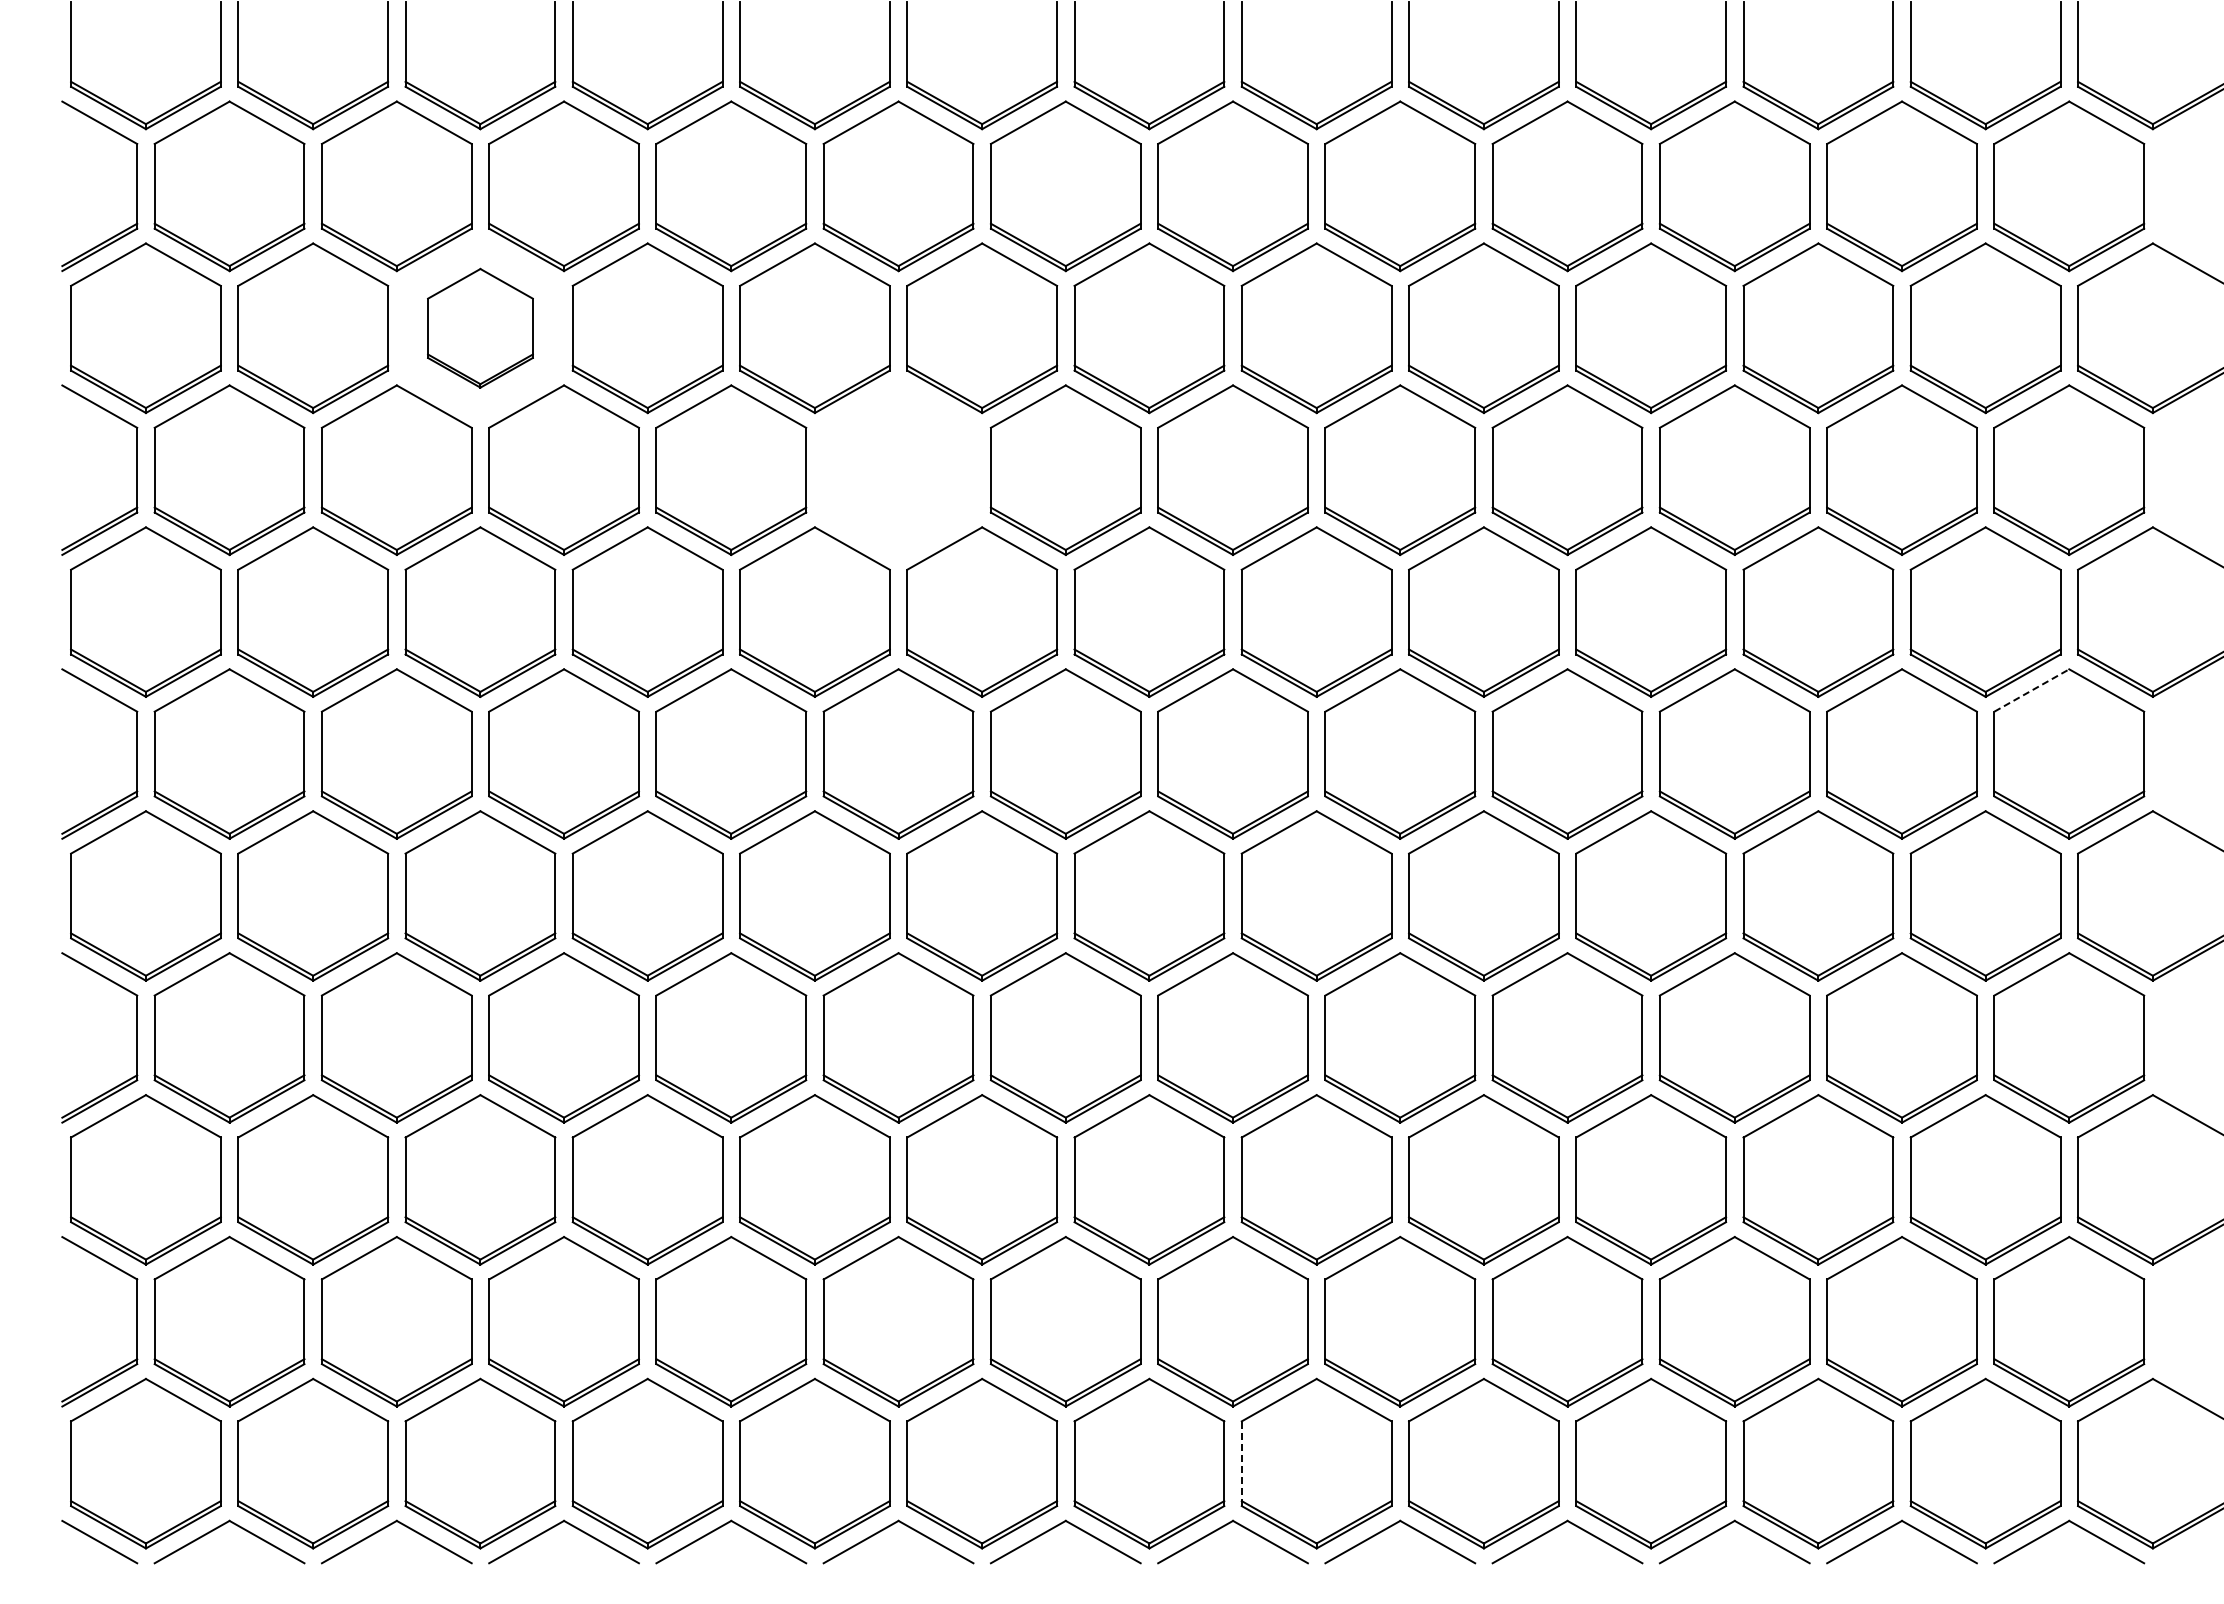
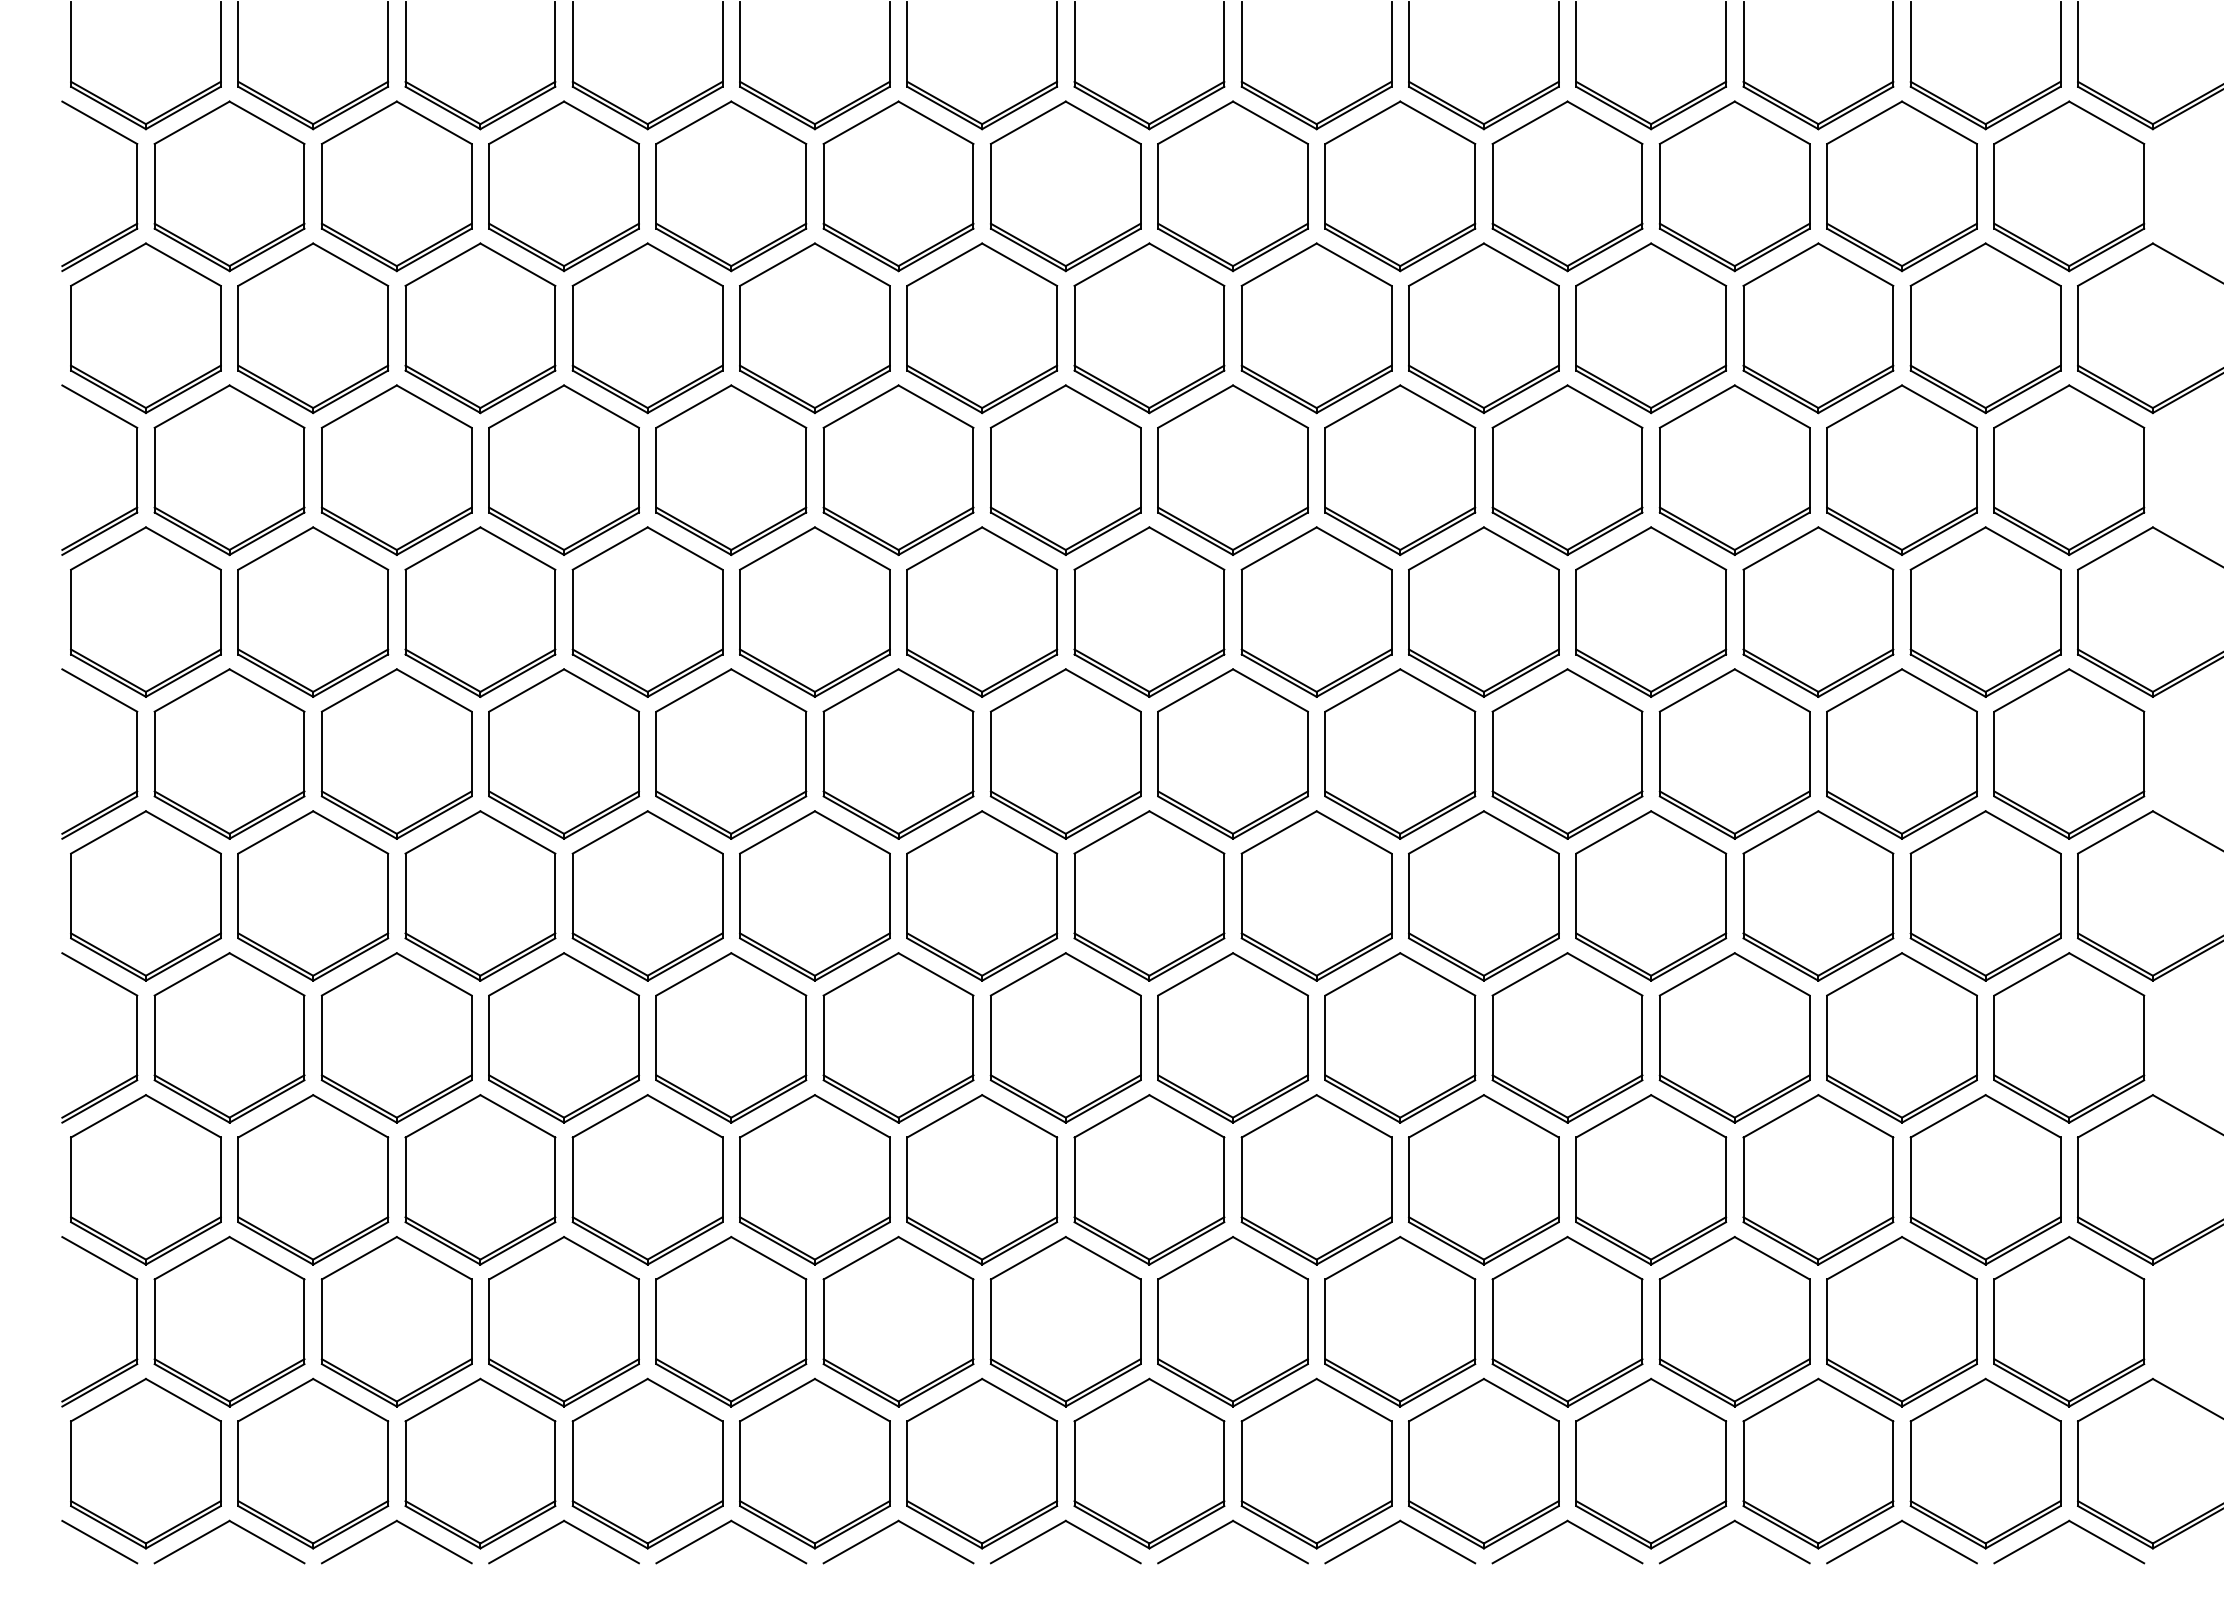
part at (480, 327) size: 107x122 px -> 153x173 px
part at (898, 470): none -> present
line at (2032, 690): dashed -> solid
line at (1241, 1463): dashed -> solid
